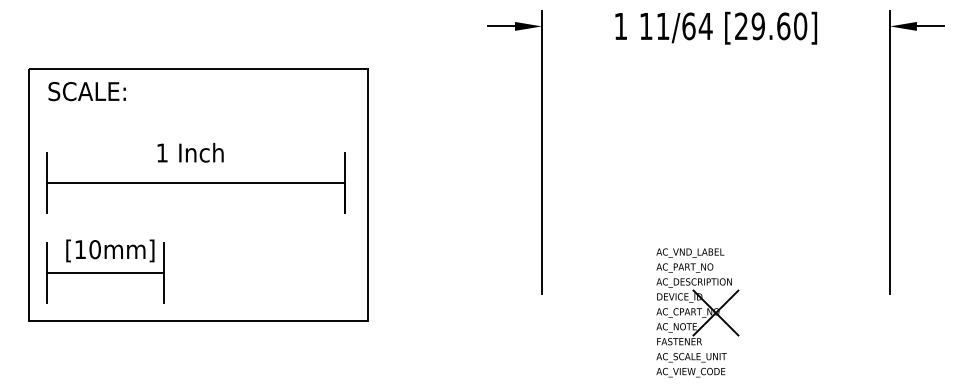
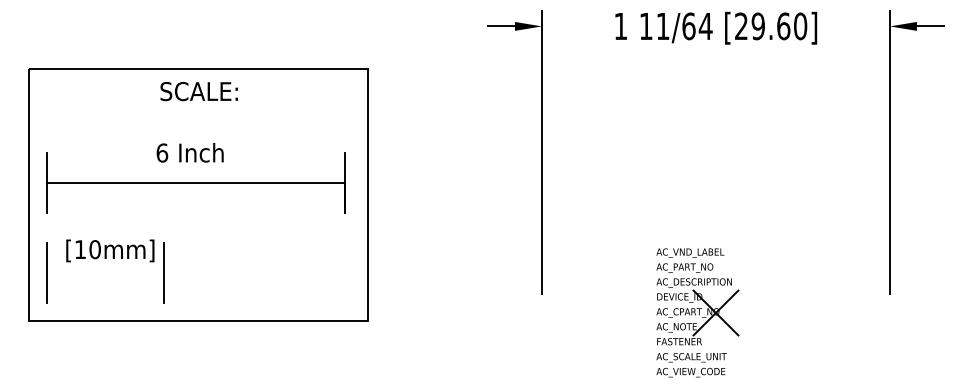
text at (86, 91) position: (86, 91) -> (198, 91)
text at (162, 152): 1 -> 6
line at (105, 272): present -> none
